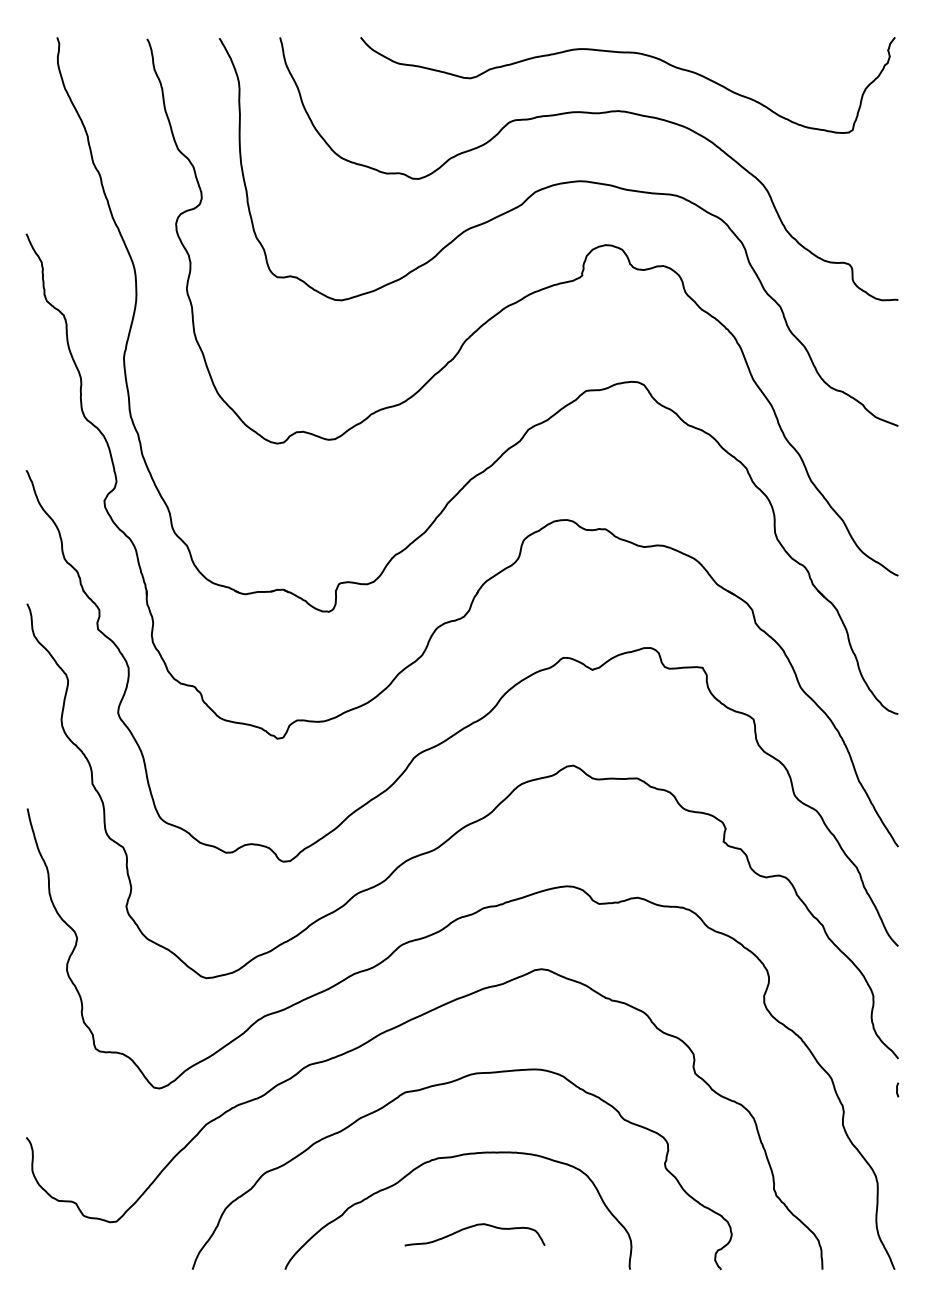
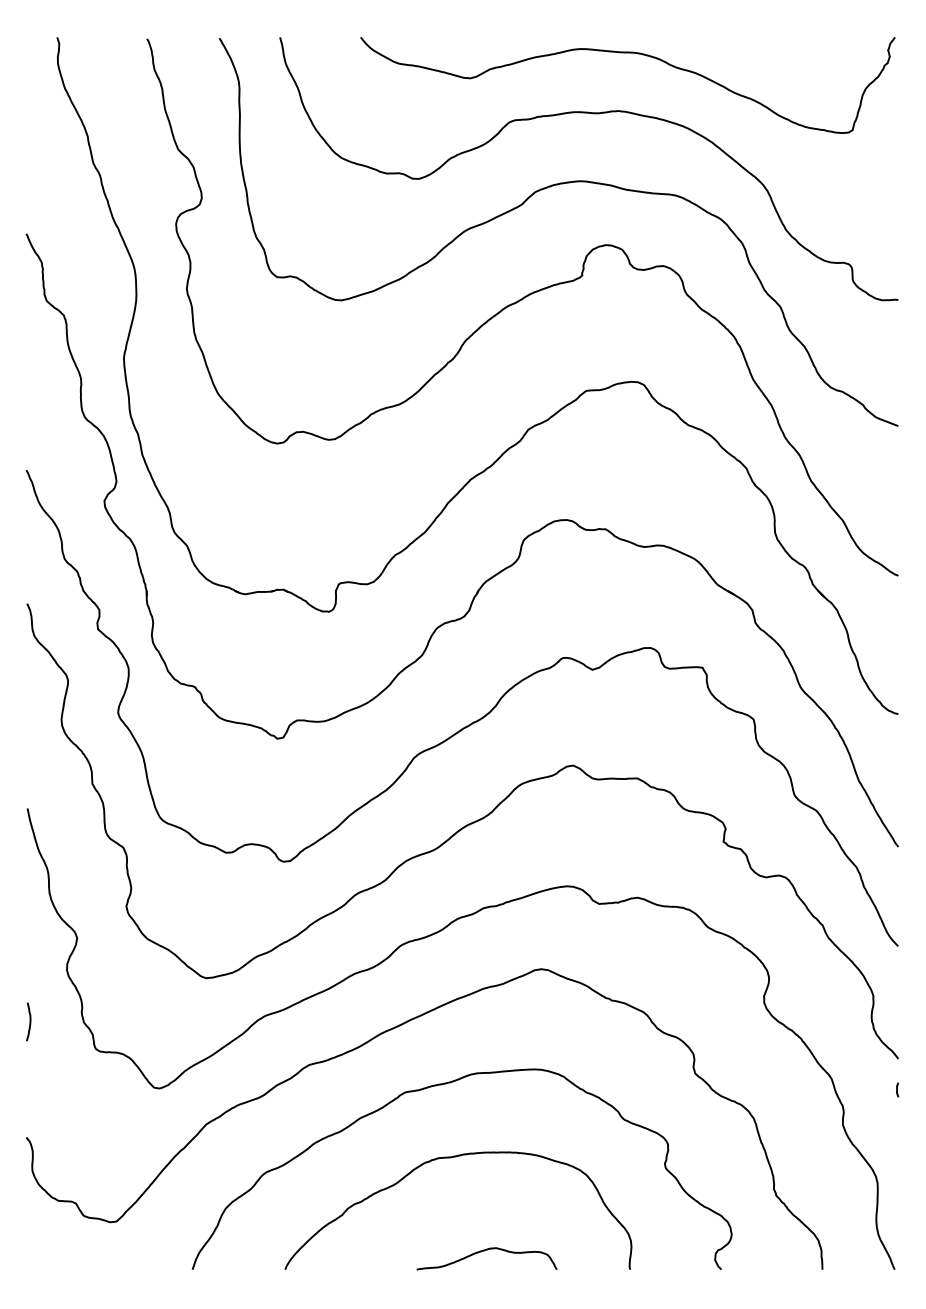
curve at (29, 1021): none -> present
curve at (472, 1227) position: (472, 1227) -> (484, 1251)
